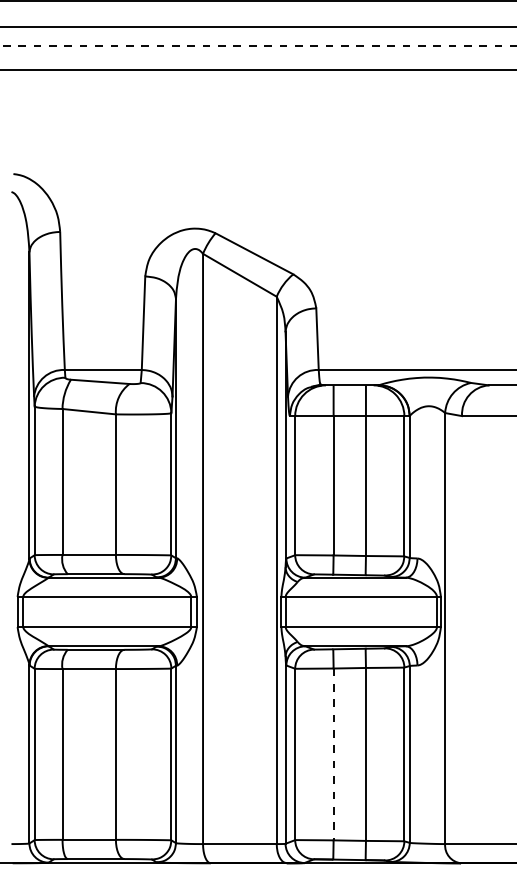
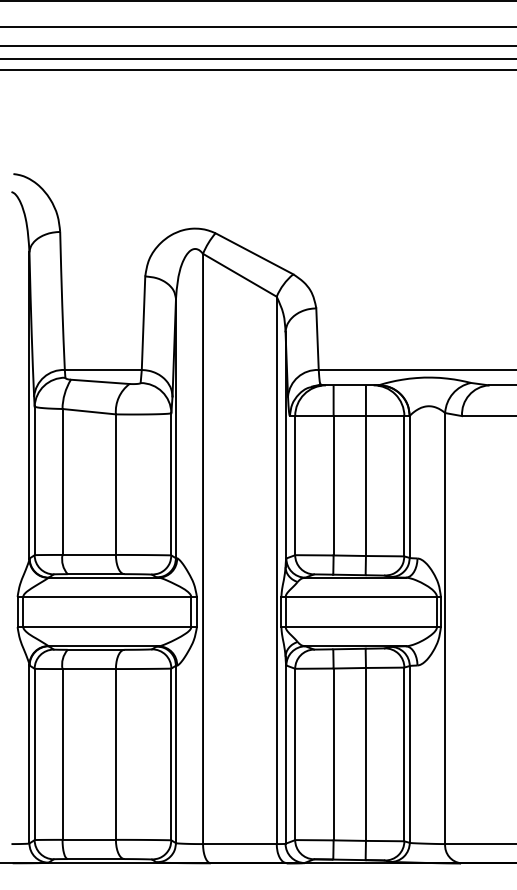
line at (258, 46): dashed -> solid
line at (257, 58): none -> present
line at (333, 754): dashed -> solid
